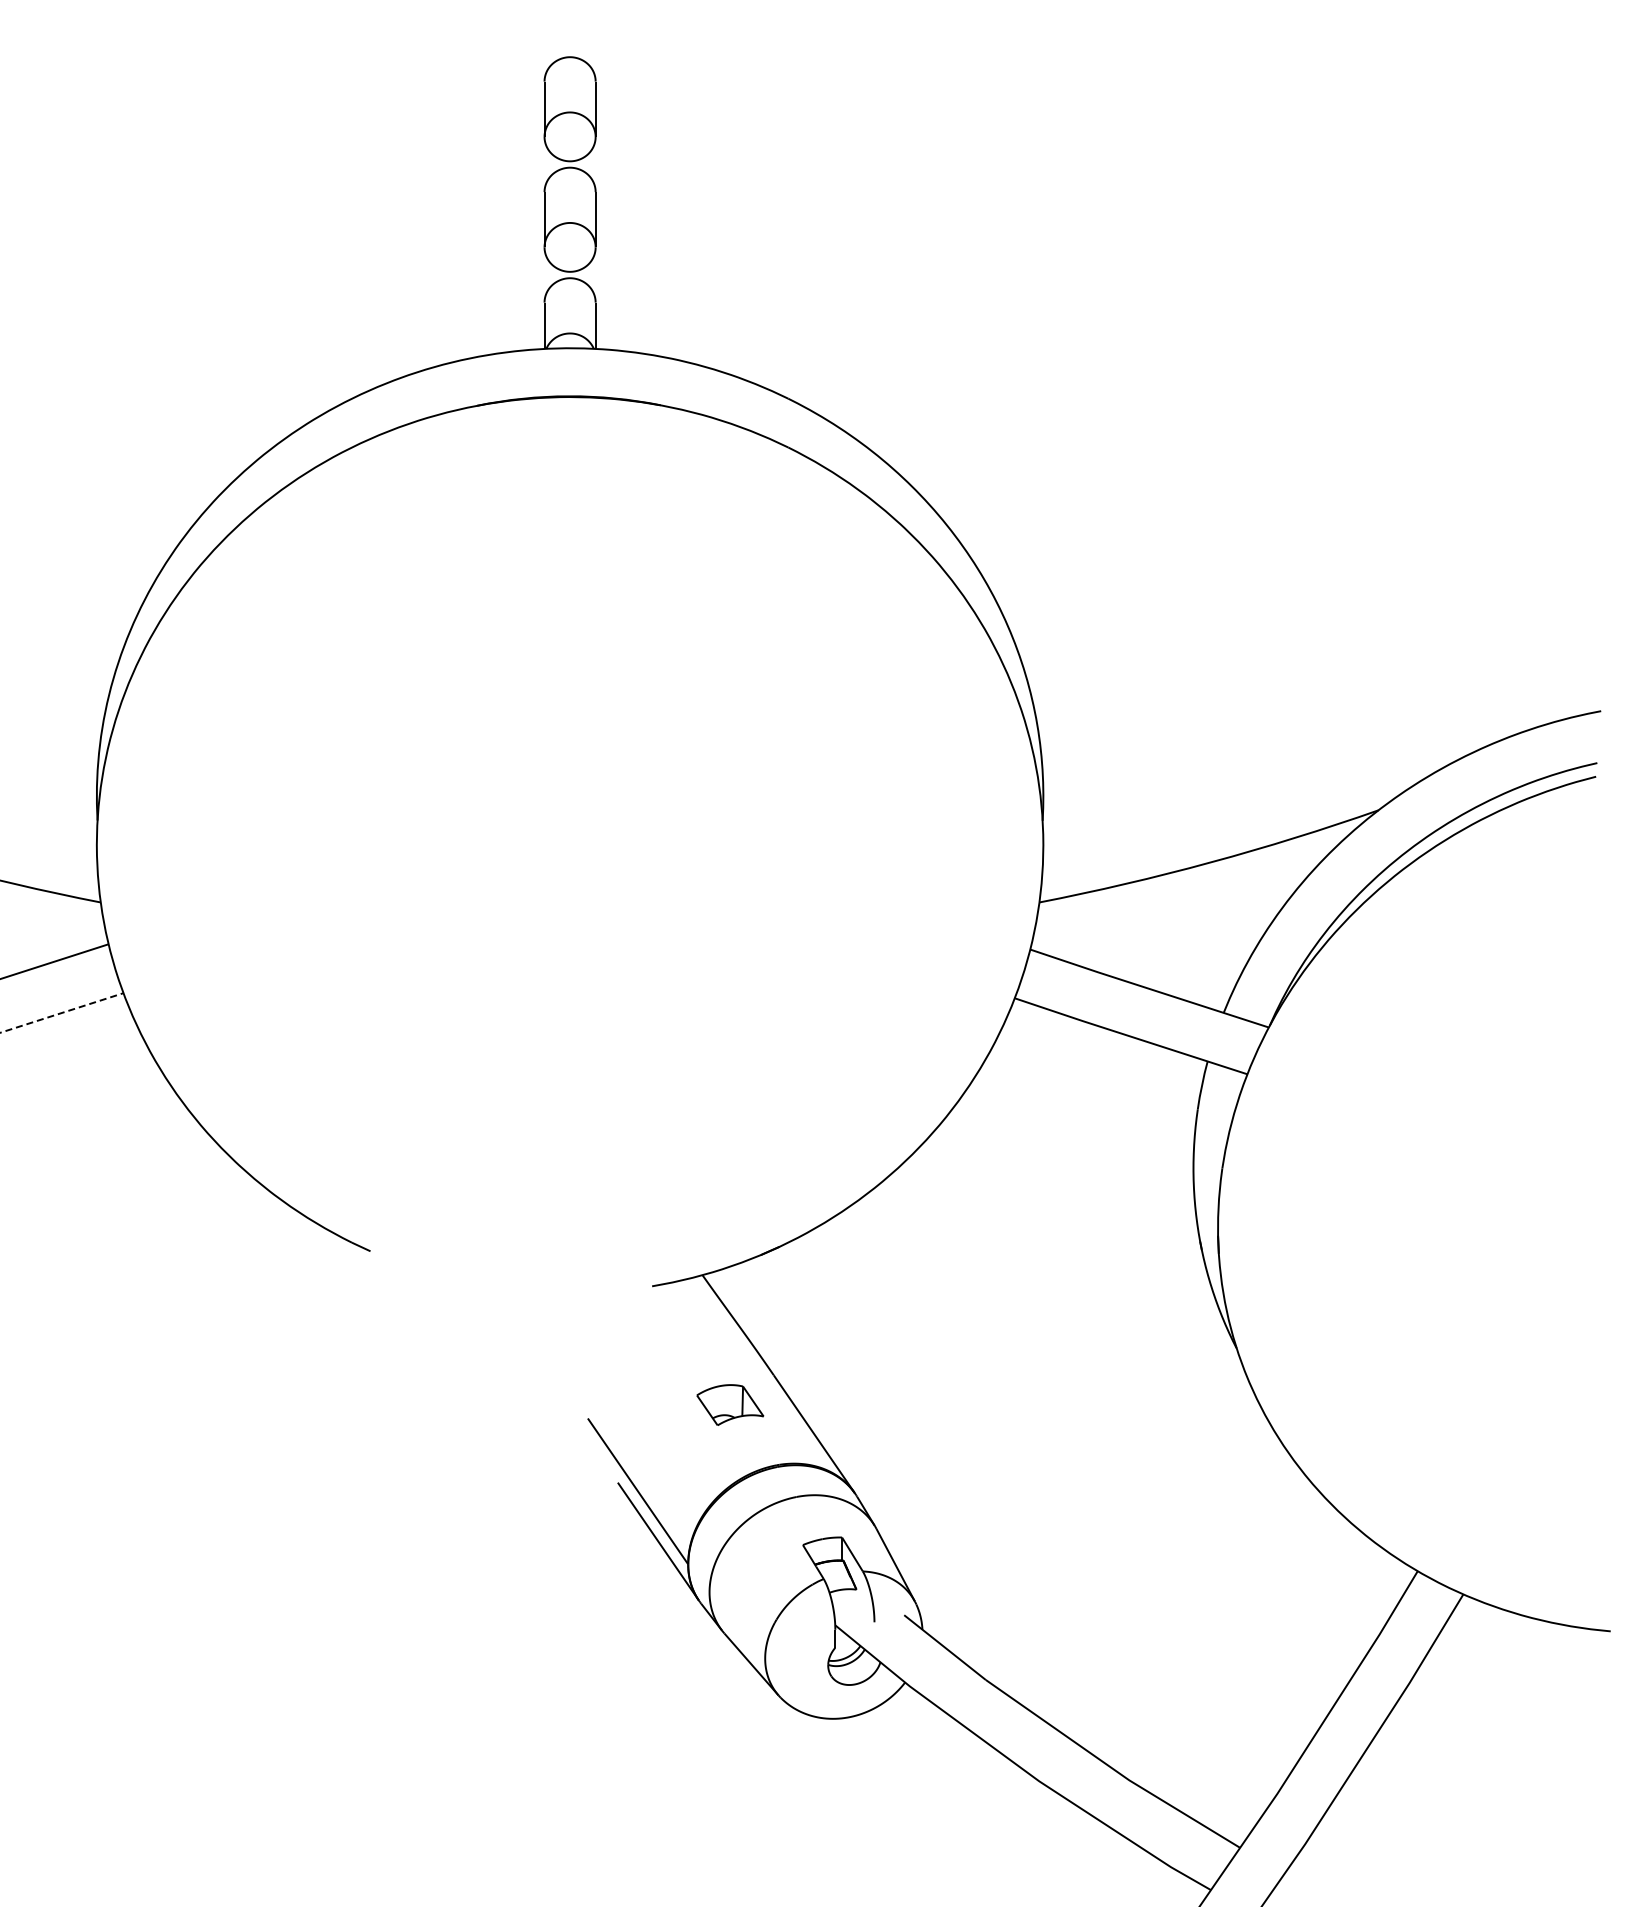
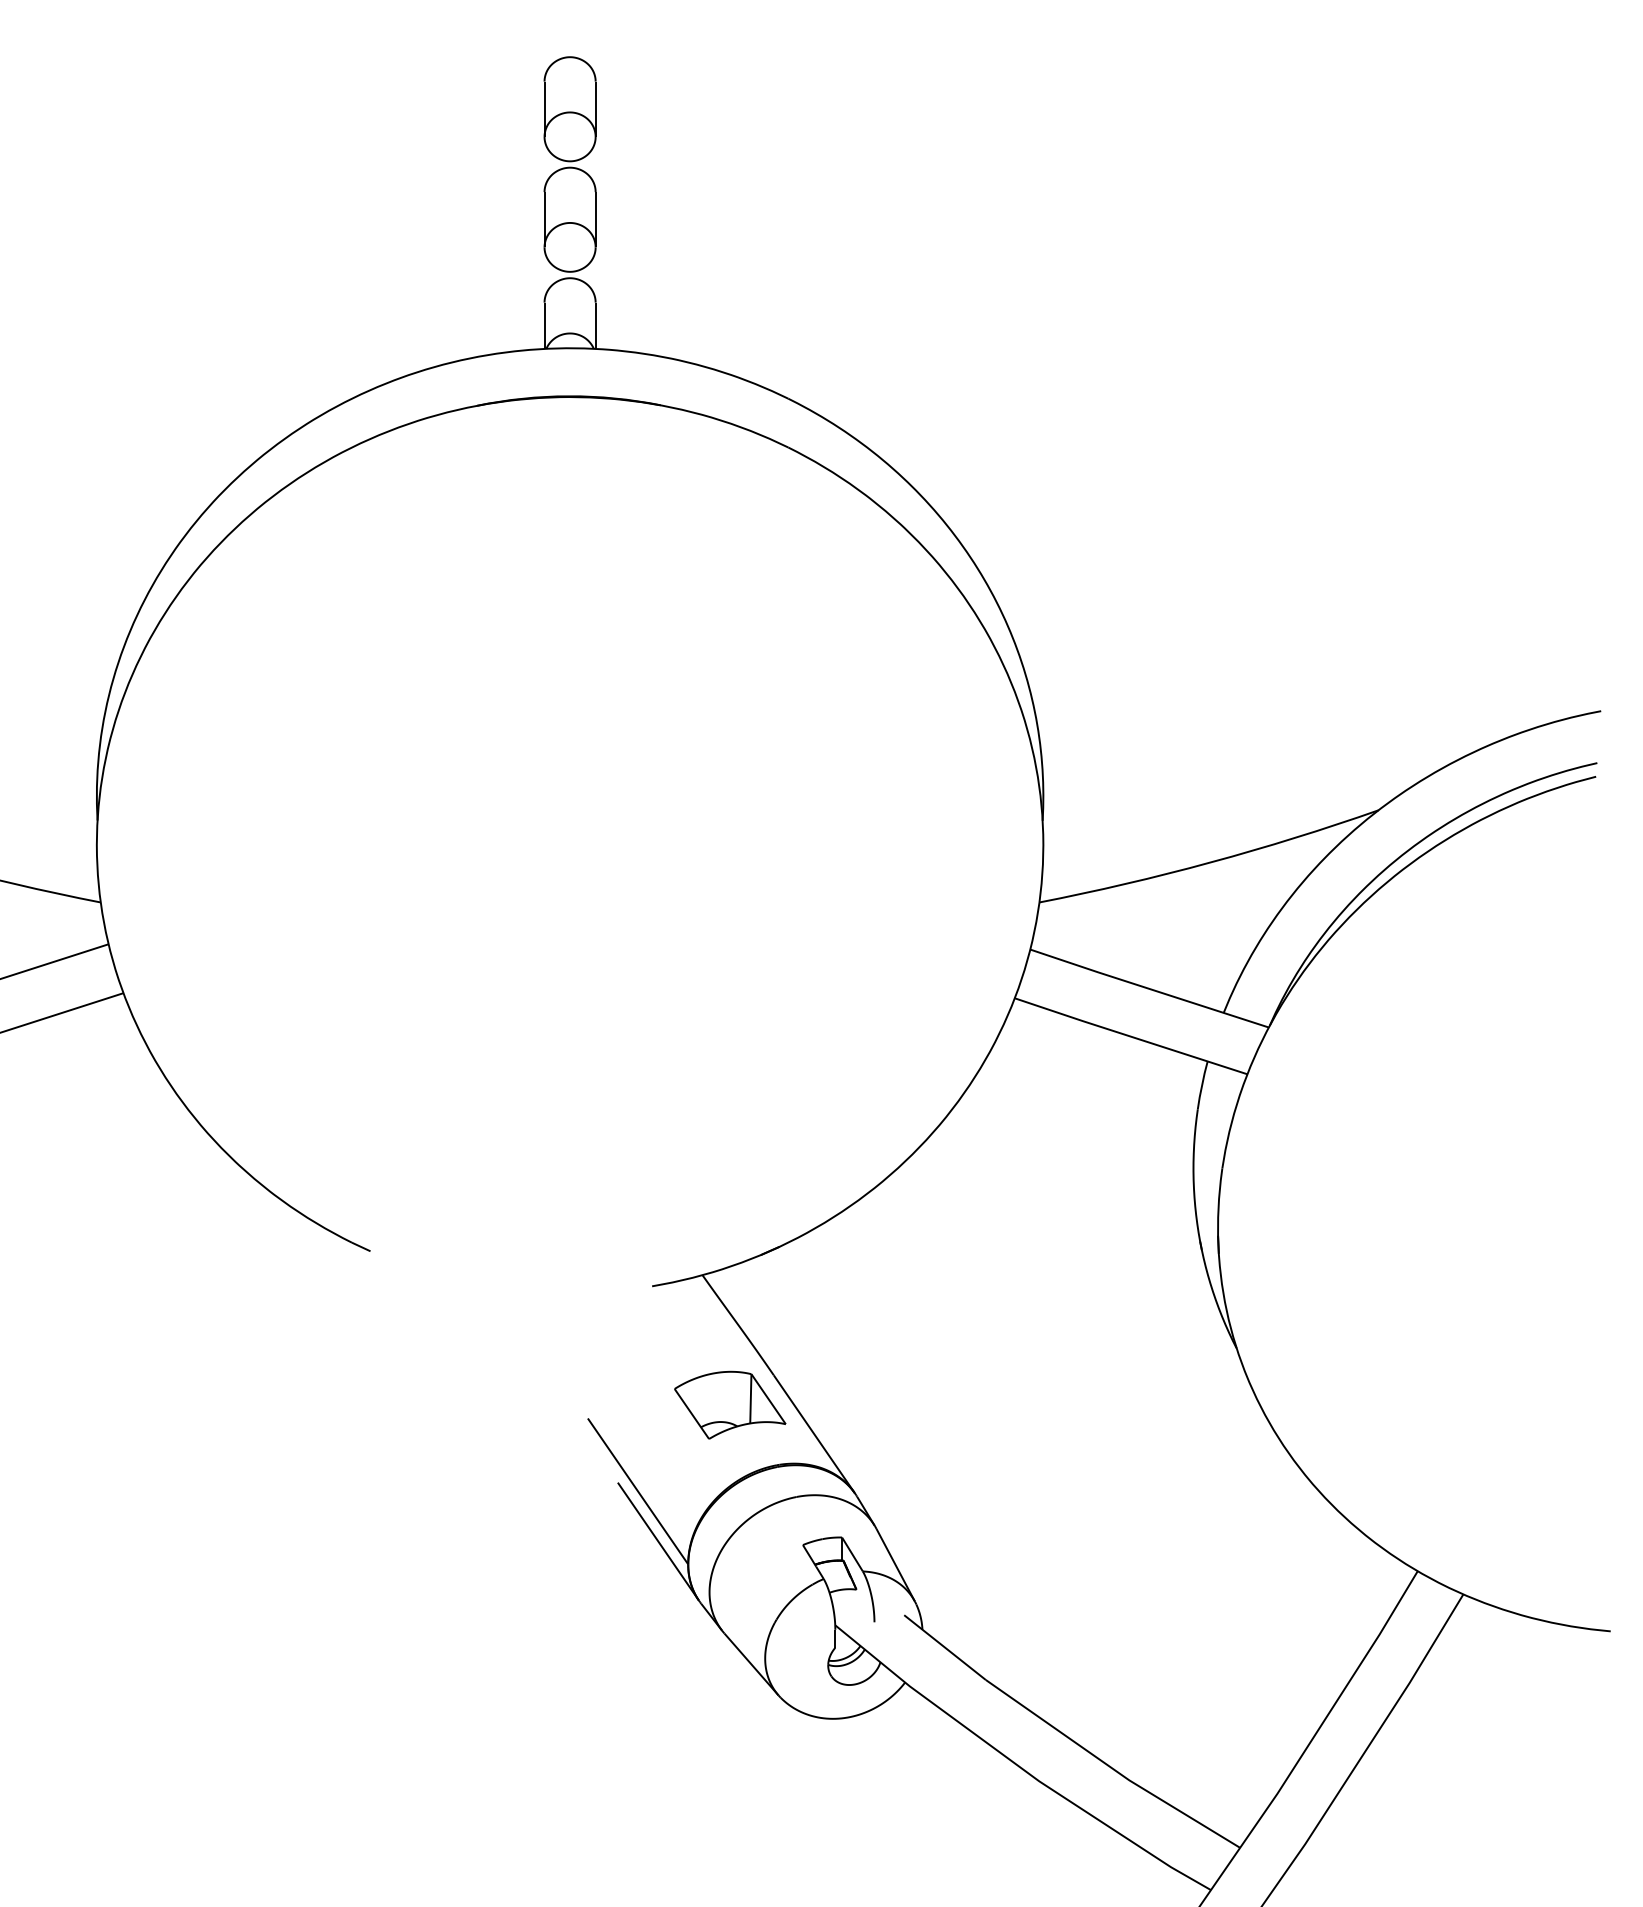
line at (62, 1012): dashed -> solid
part at (730, 1404) size: 69x42 px -> 113x70 px
